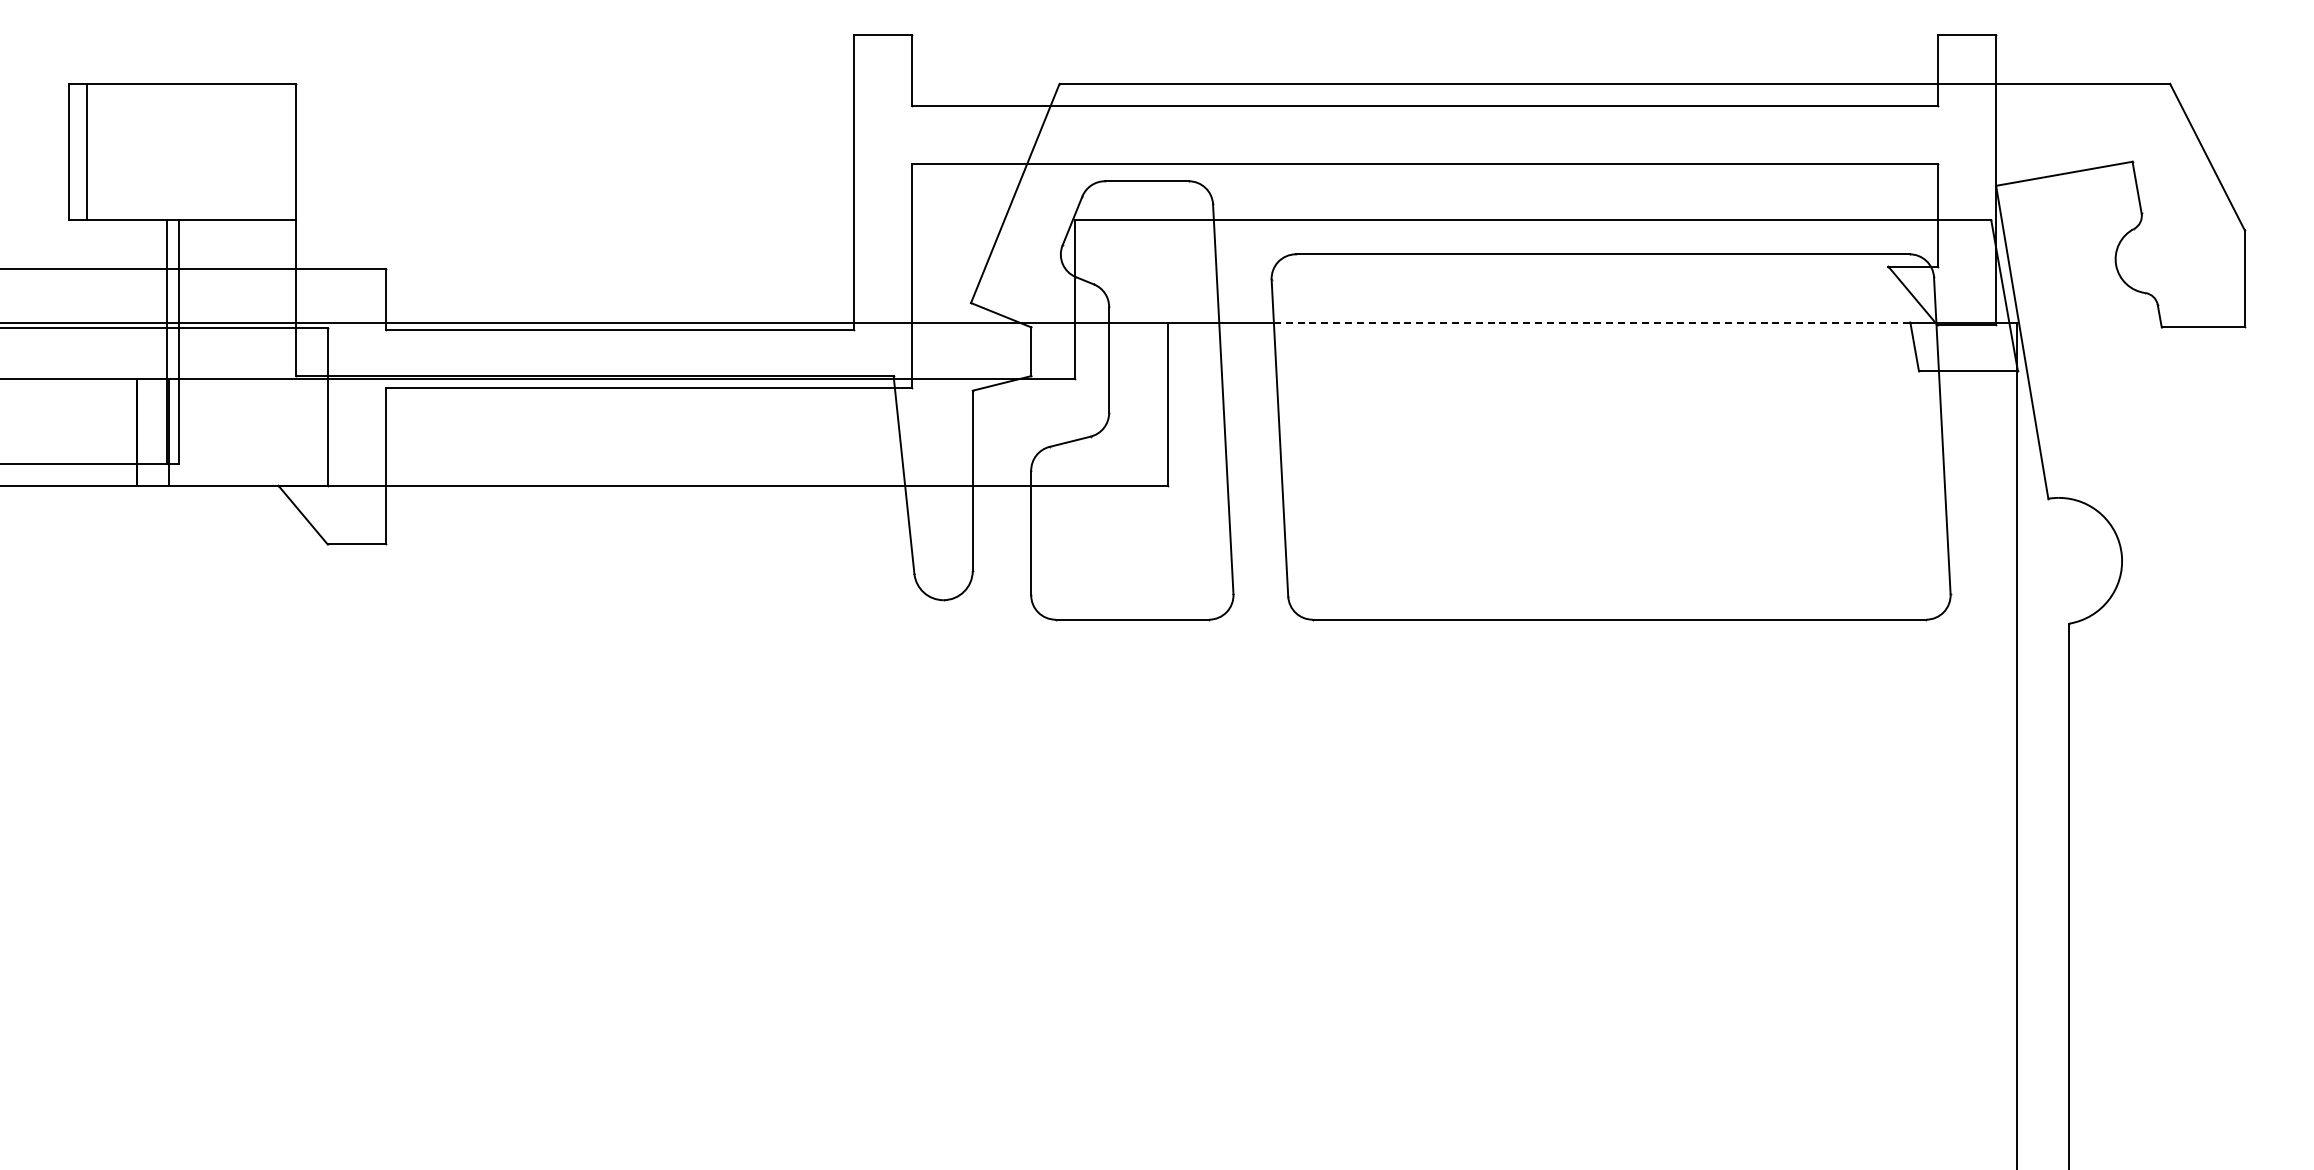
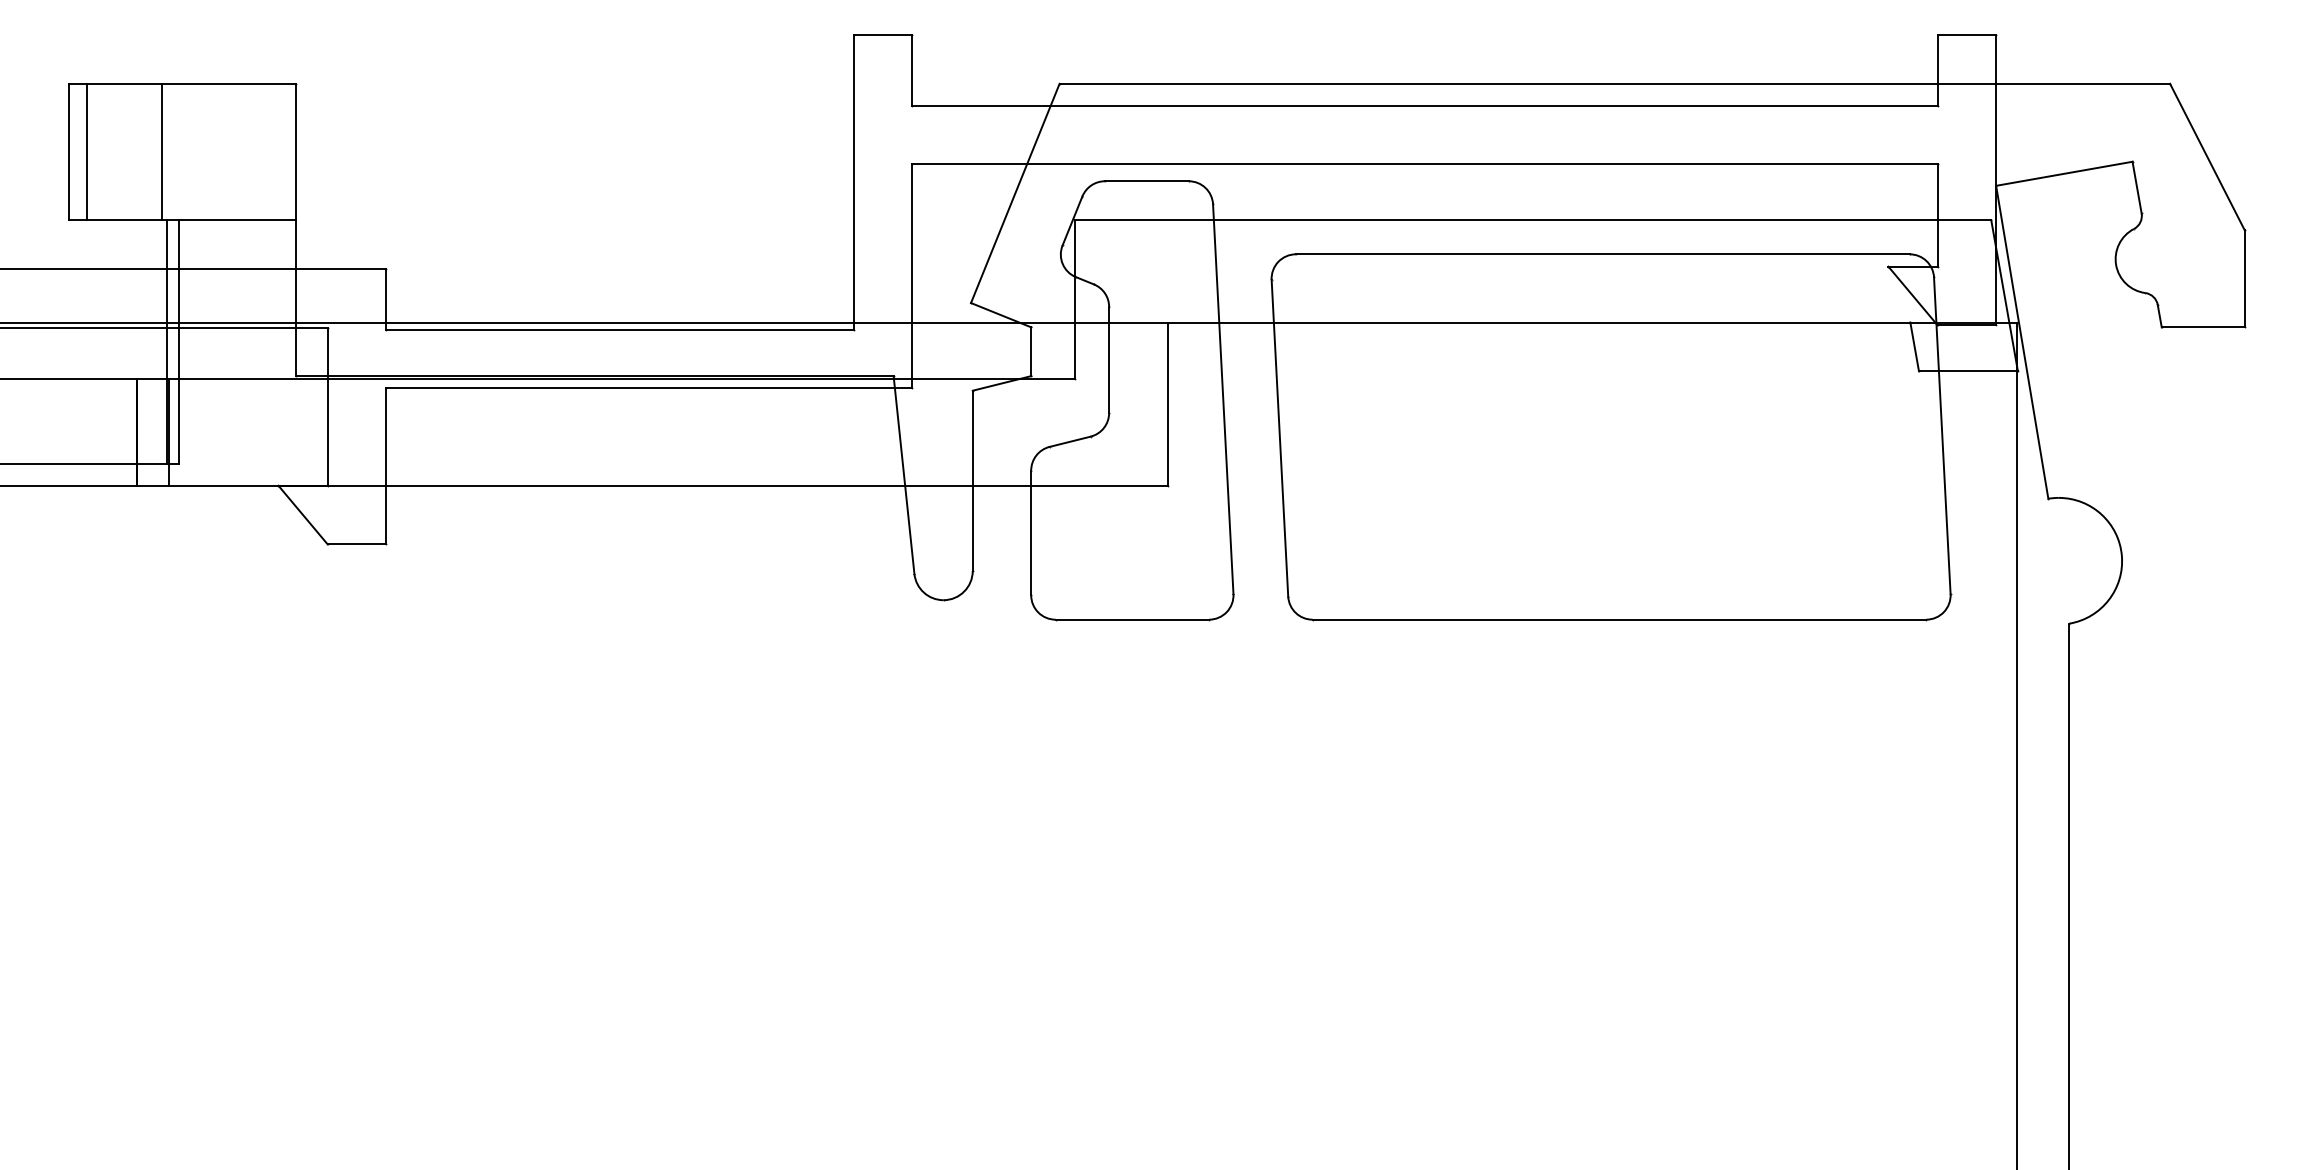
line at (162, 151): none -> present
line at (1592, 322): dashed -> solid
